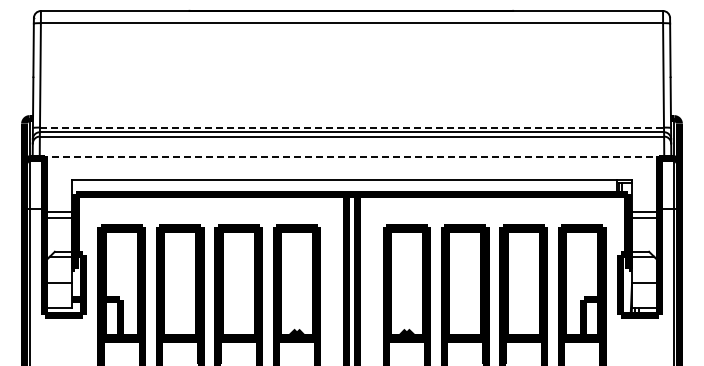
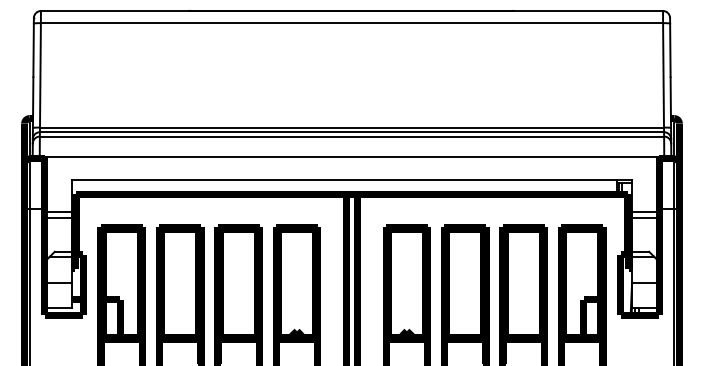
line at (352, 127): dashed -> solid
line at (351, 156): dashed -> solid
